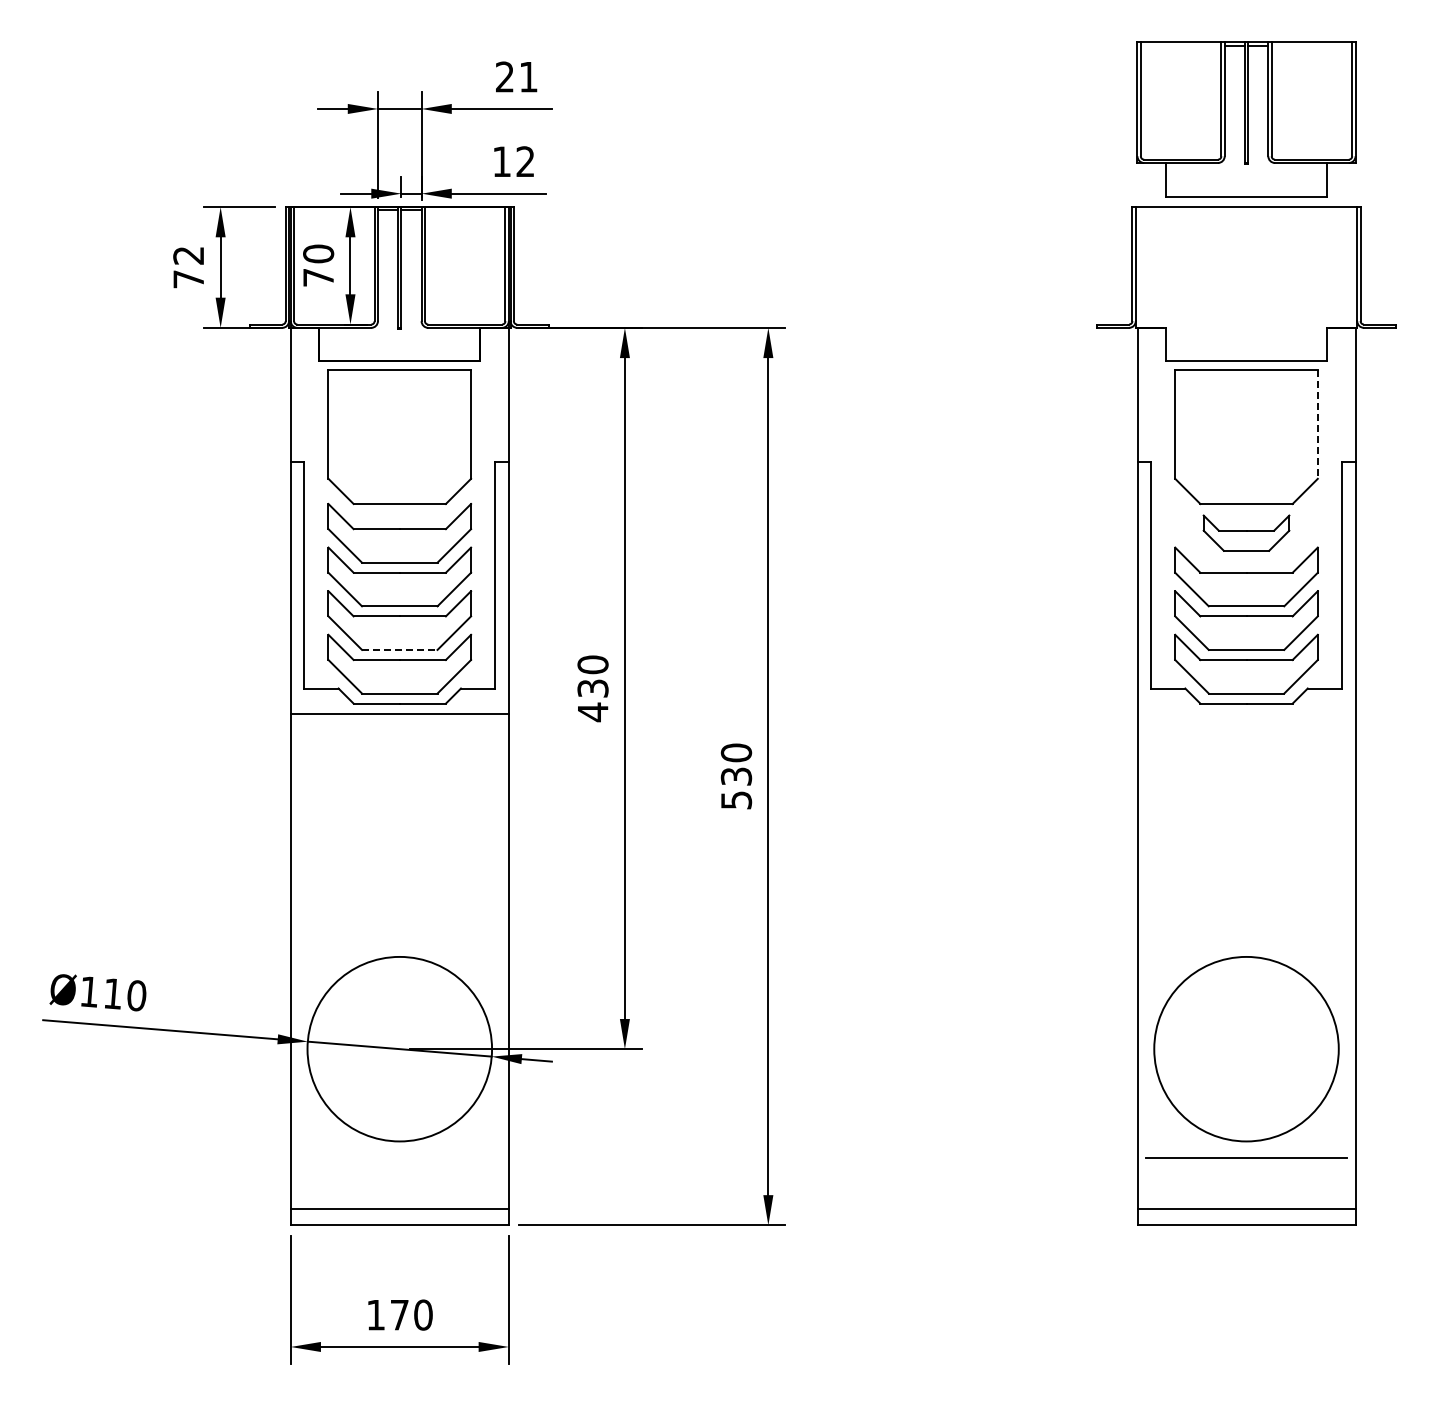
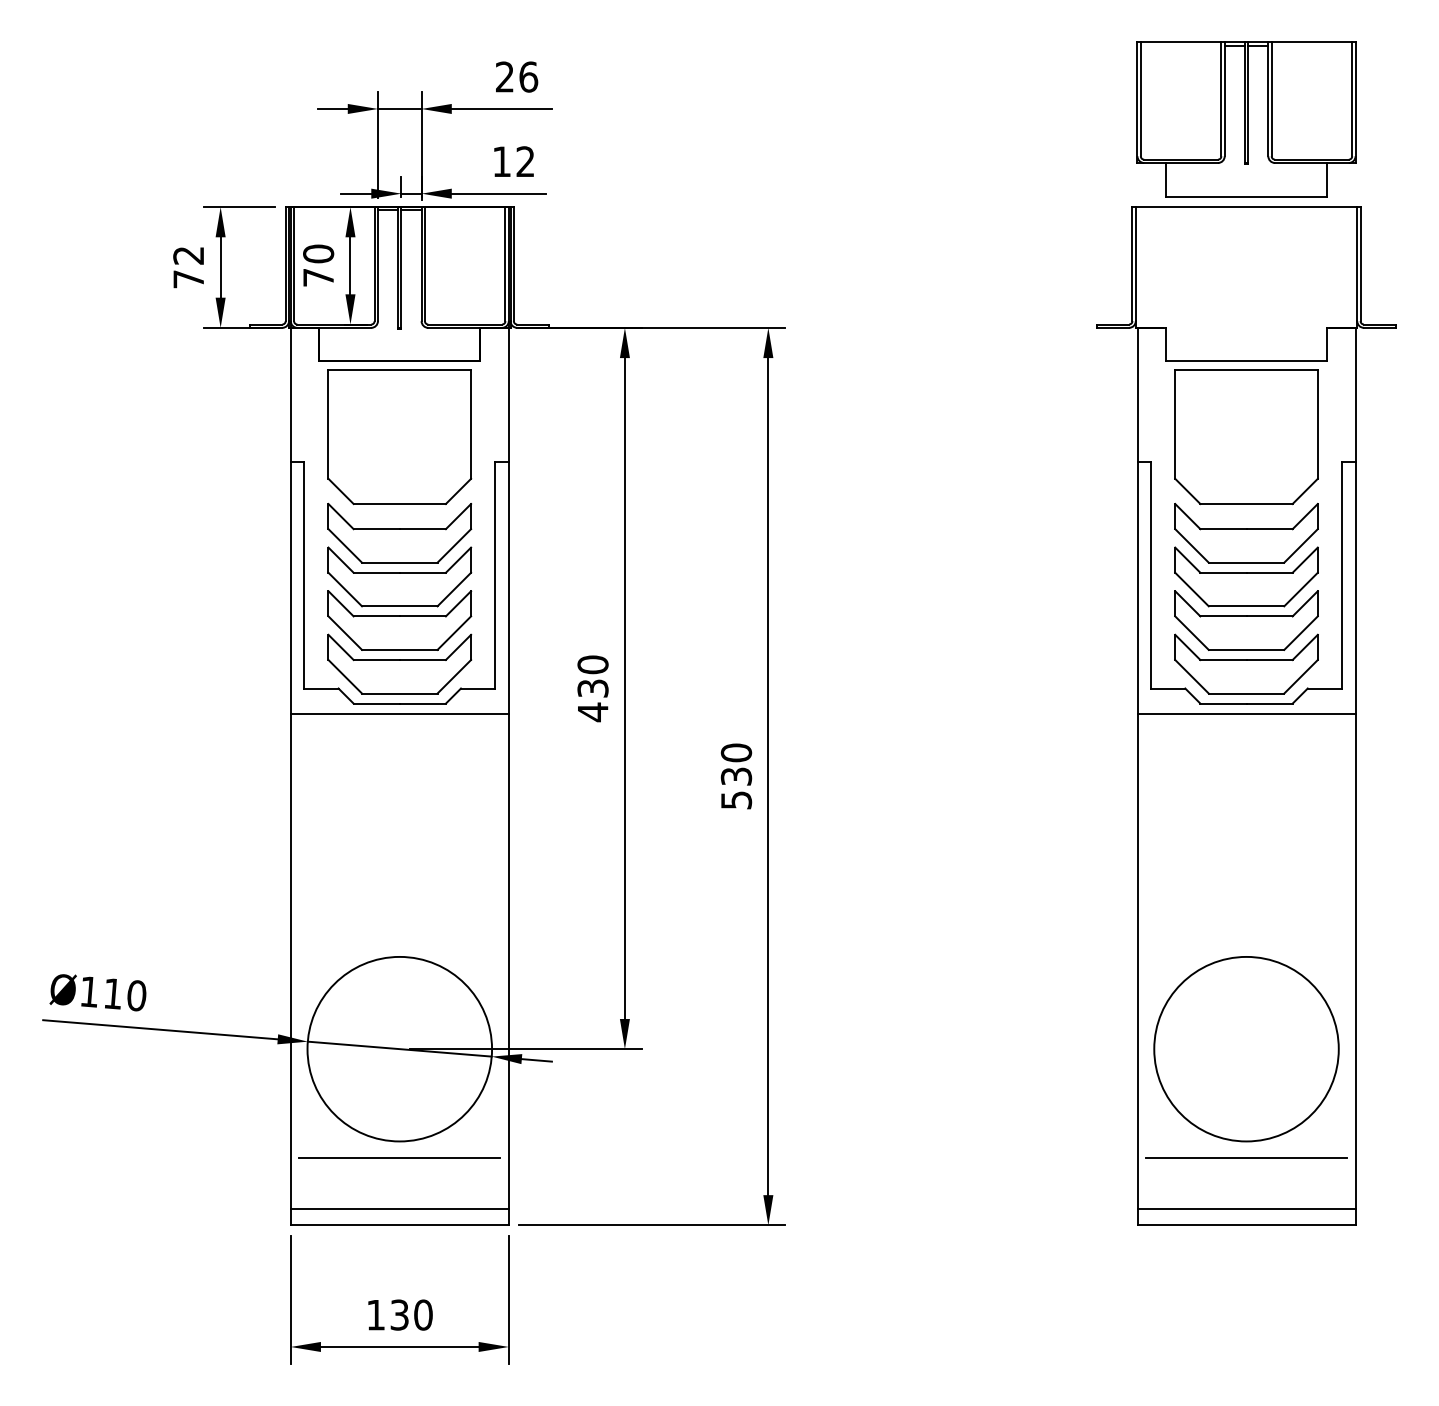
text at (528, 76): 21 -> 26
line at (1317, 424): dashed -> solid
part at (1246, 532) size: 89x38 px -> 145x62 px
line at (399, 649): dashed -> solid
line at (1246, 713): none -> present
line at (399, 1158): none -> present
text at (399, 1314): 170 -> 130
